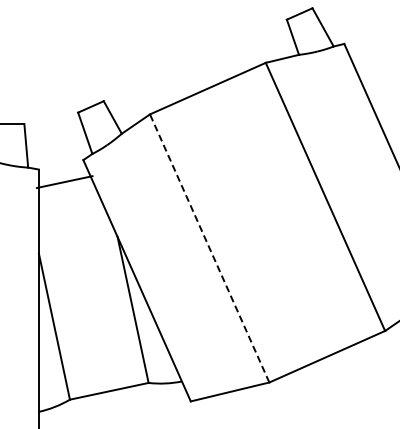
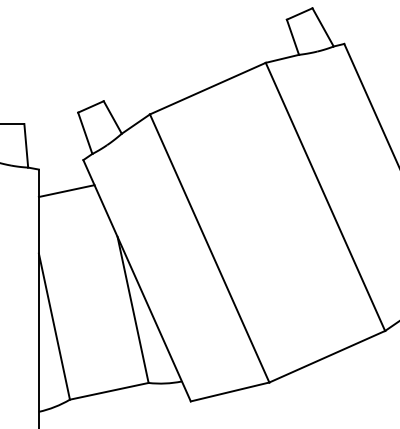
line at (64, 182) position: (64, 182) -> (66, 191)
line at (209, 248): dashed -> solid
